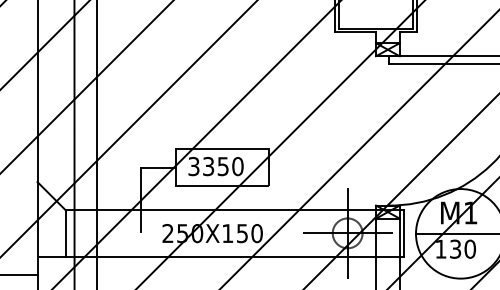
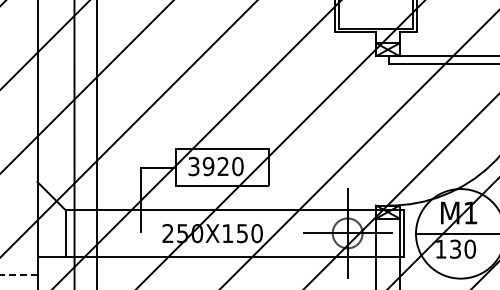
text at (215, 166): 3350 -> 3920
line at (18, 275): solid -> dashed
